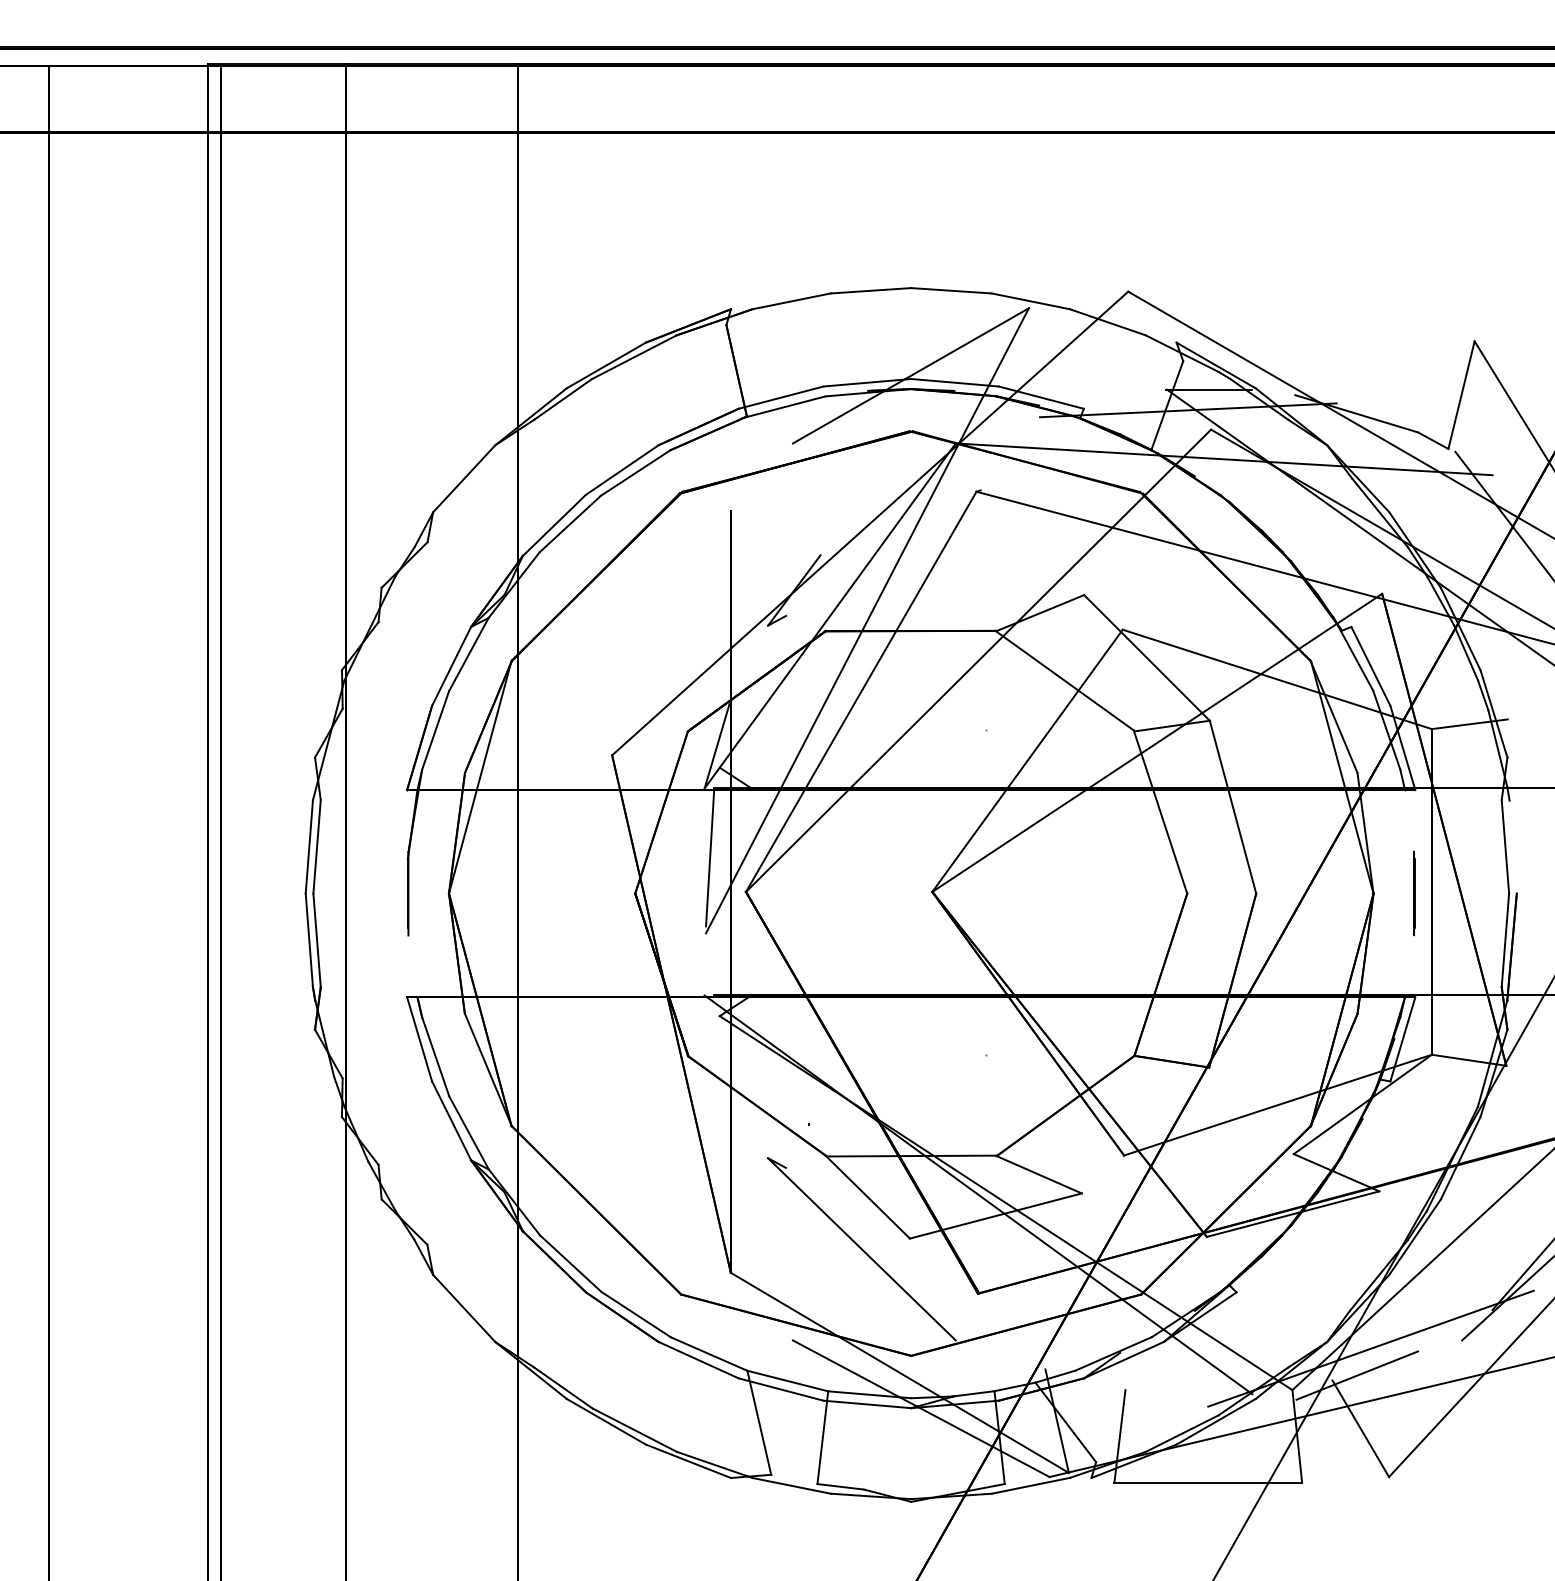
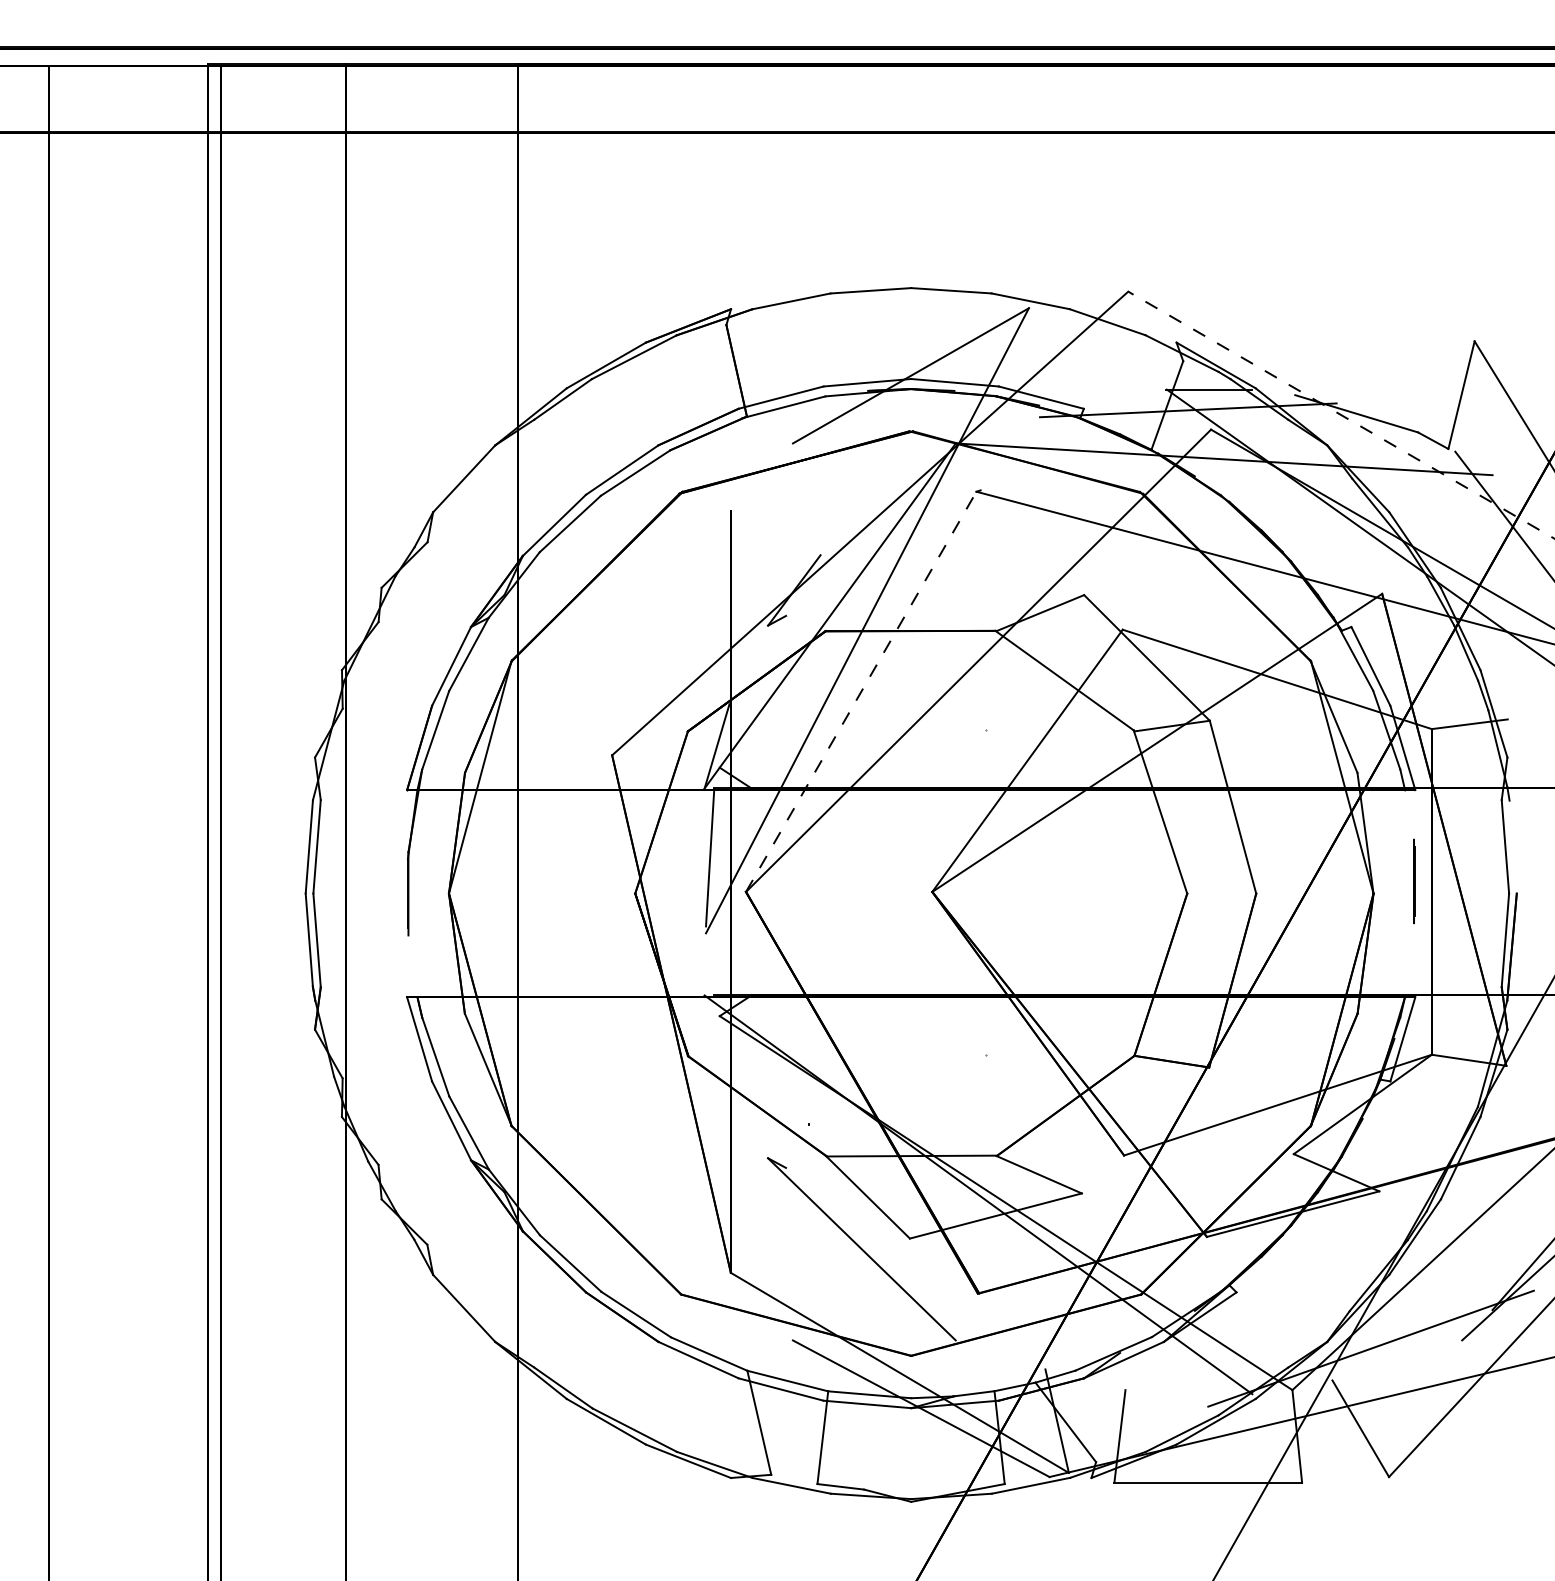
line at (1340, 414): solid -> dashed
line at (861, 691): solid -> dashed
line at (1414, 893) position: (1414, 893) -> (1414, 881)
line at (1357, 1375): present -> none
